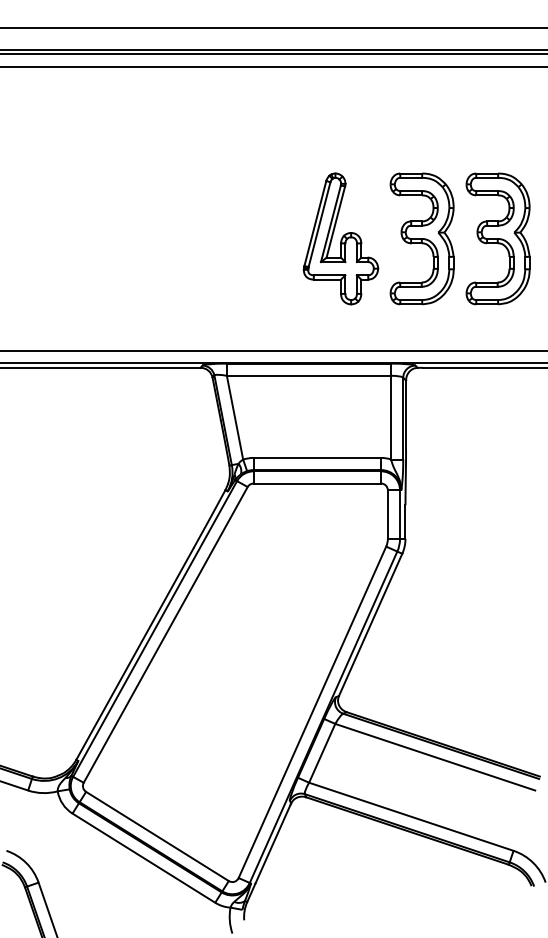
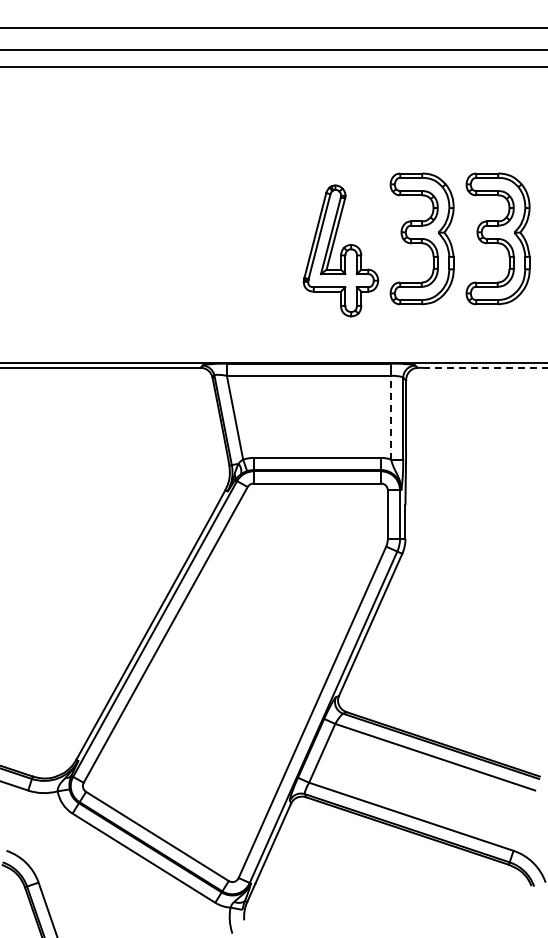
line at (273, 54): present -> none
part at (340, 238) position: (340, 238) -> (340, 250)
line at (273, 351): present -> none
line at (485, 367): solid -> dashed
line at (391, 417): solid -> dashed
